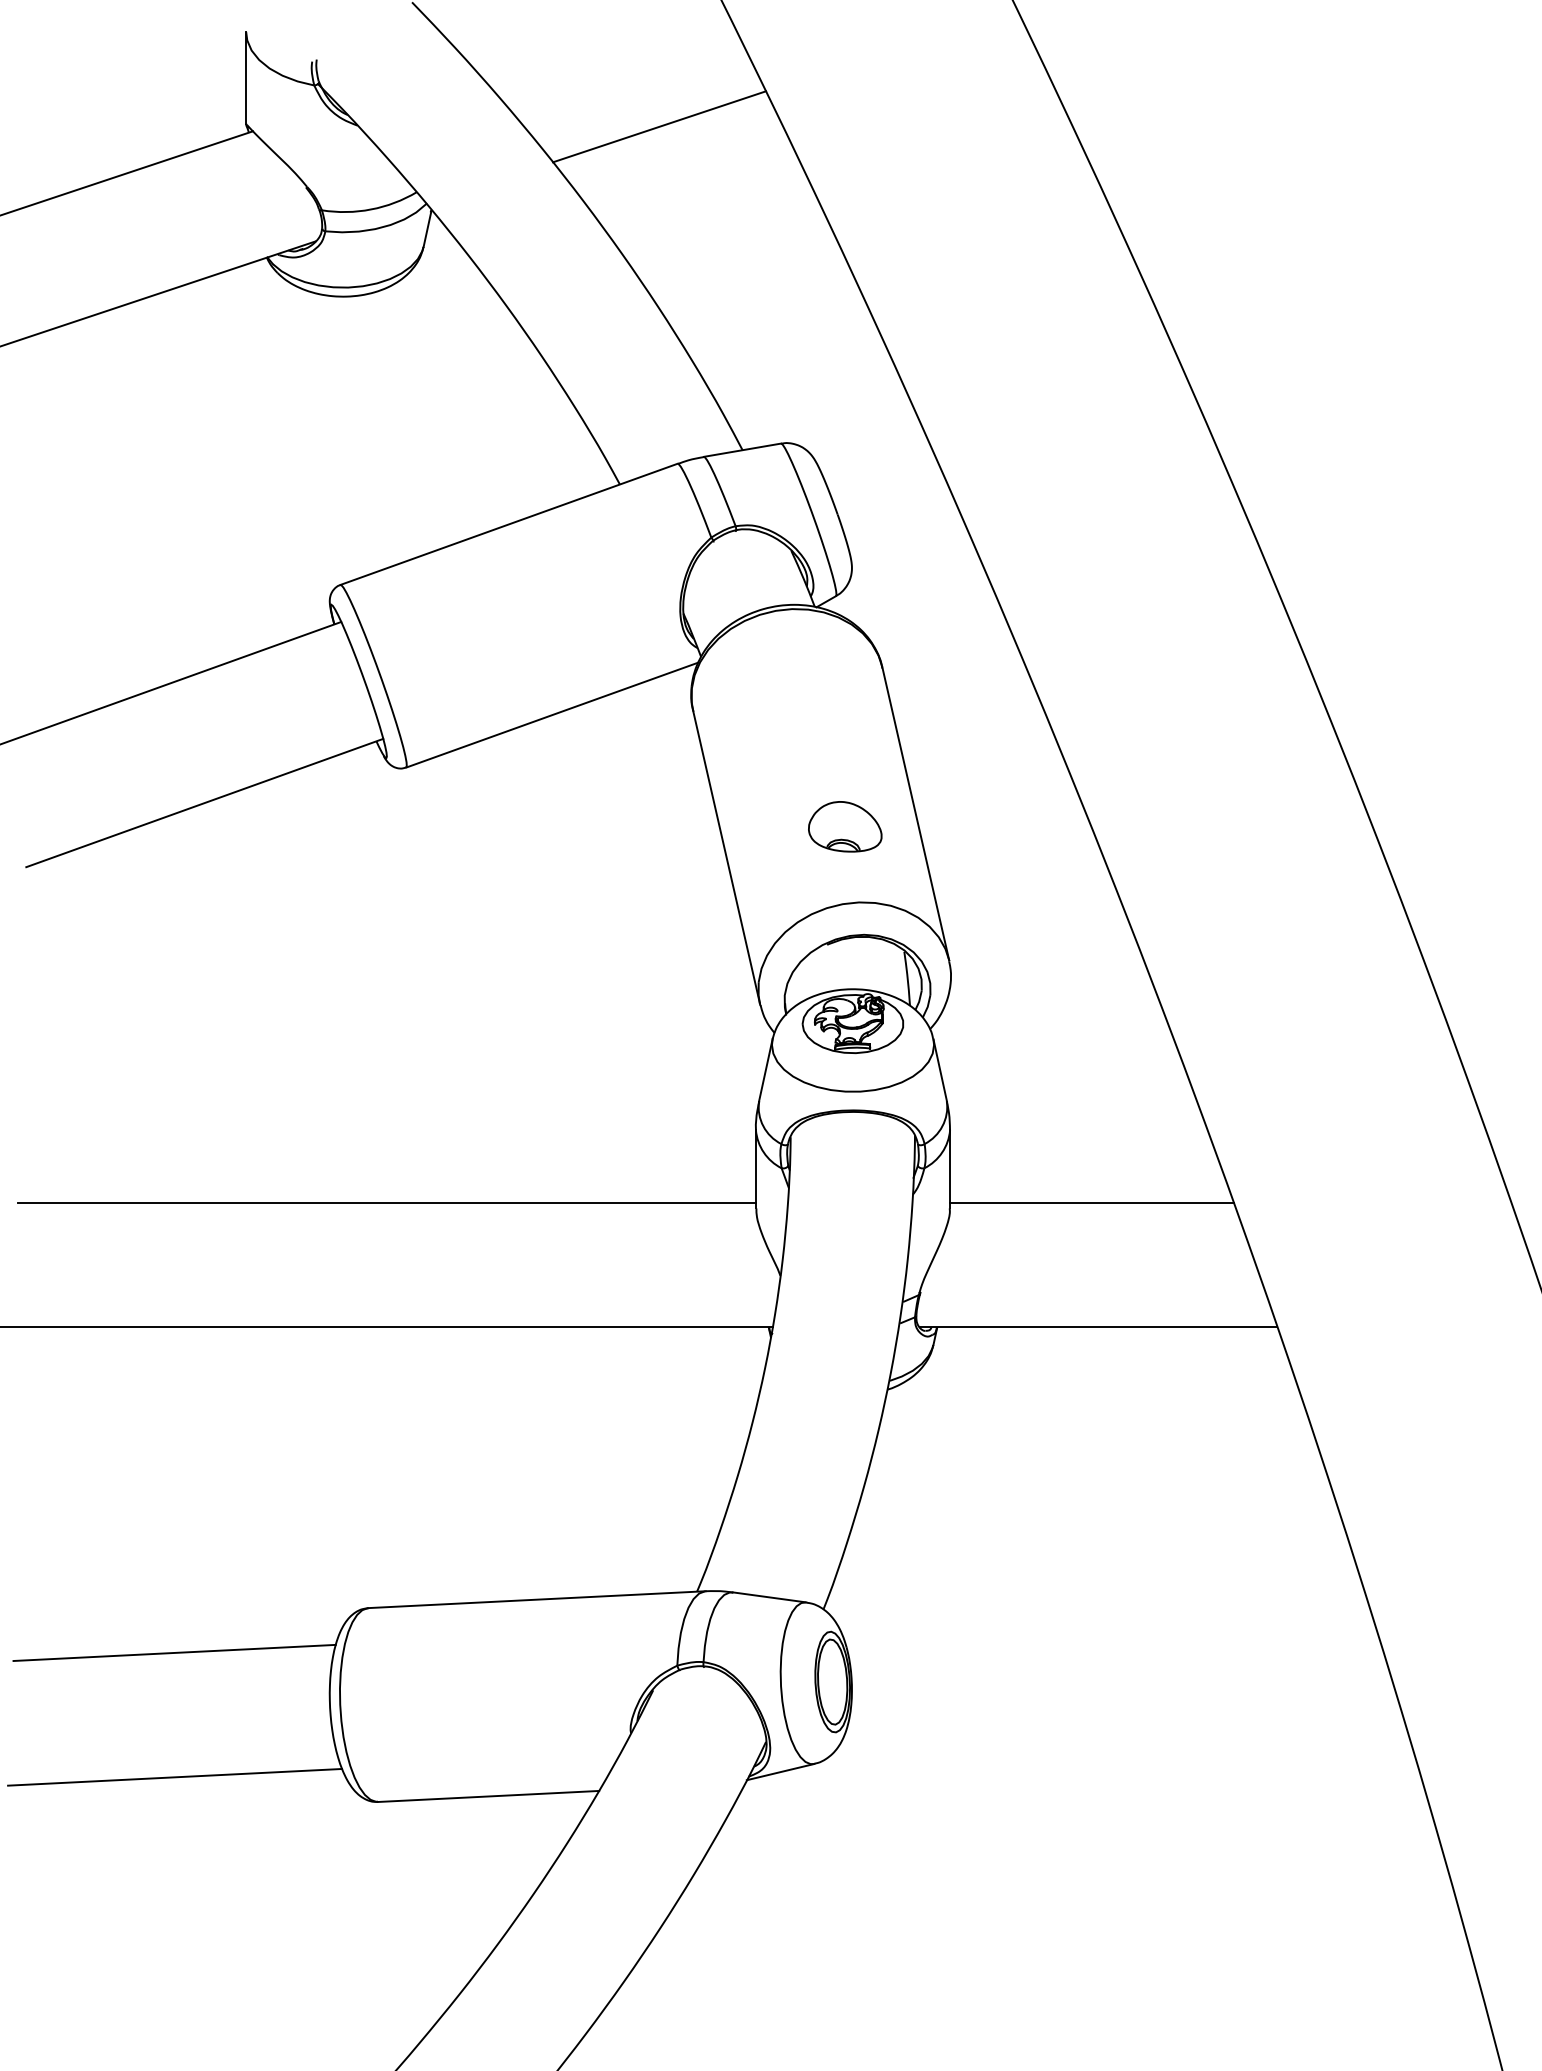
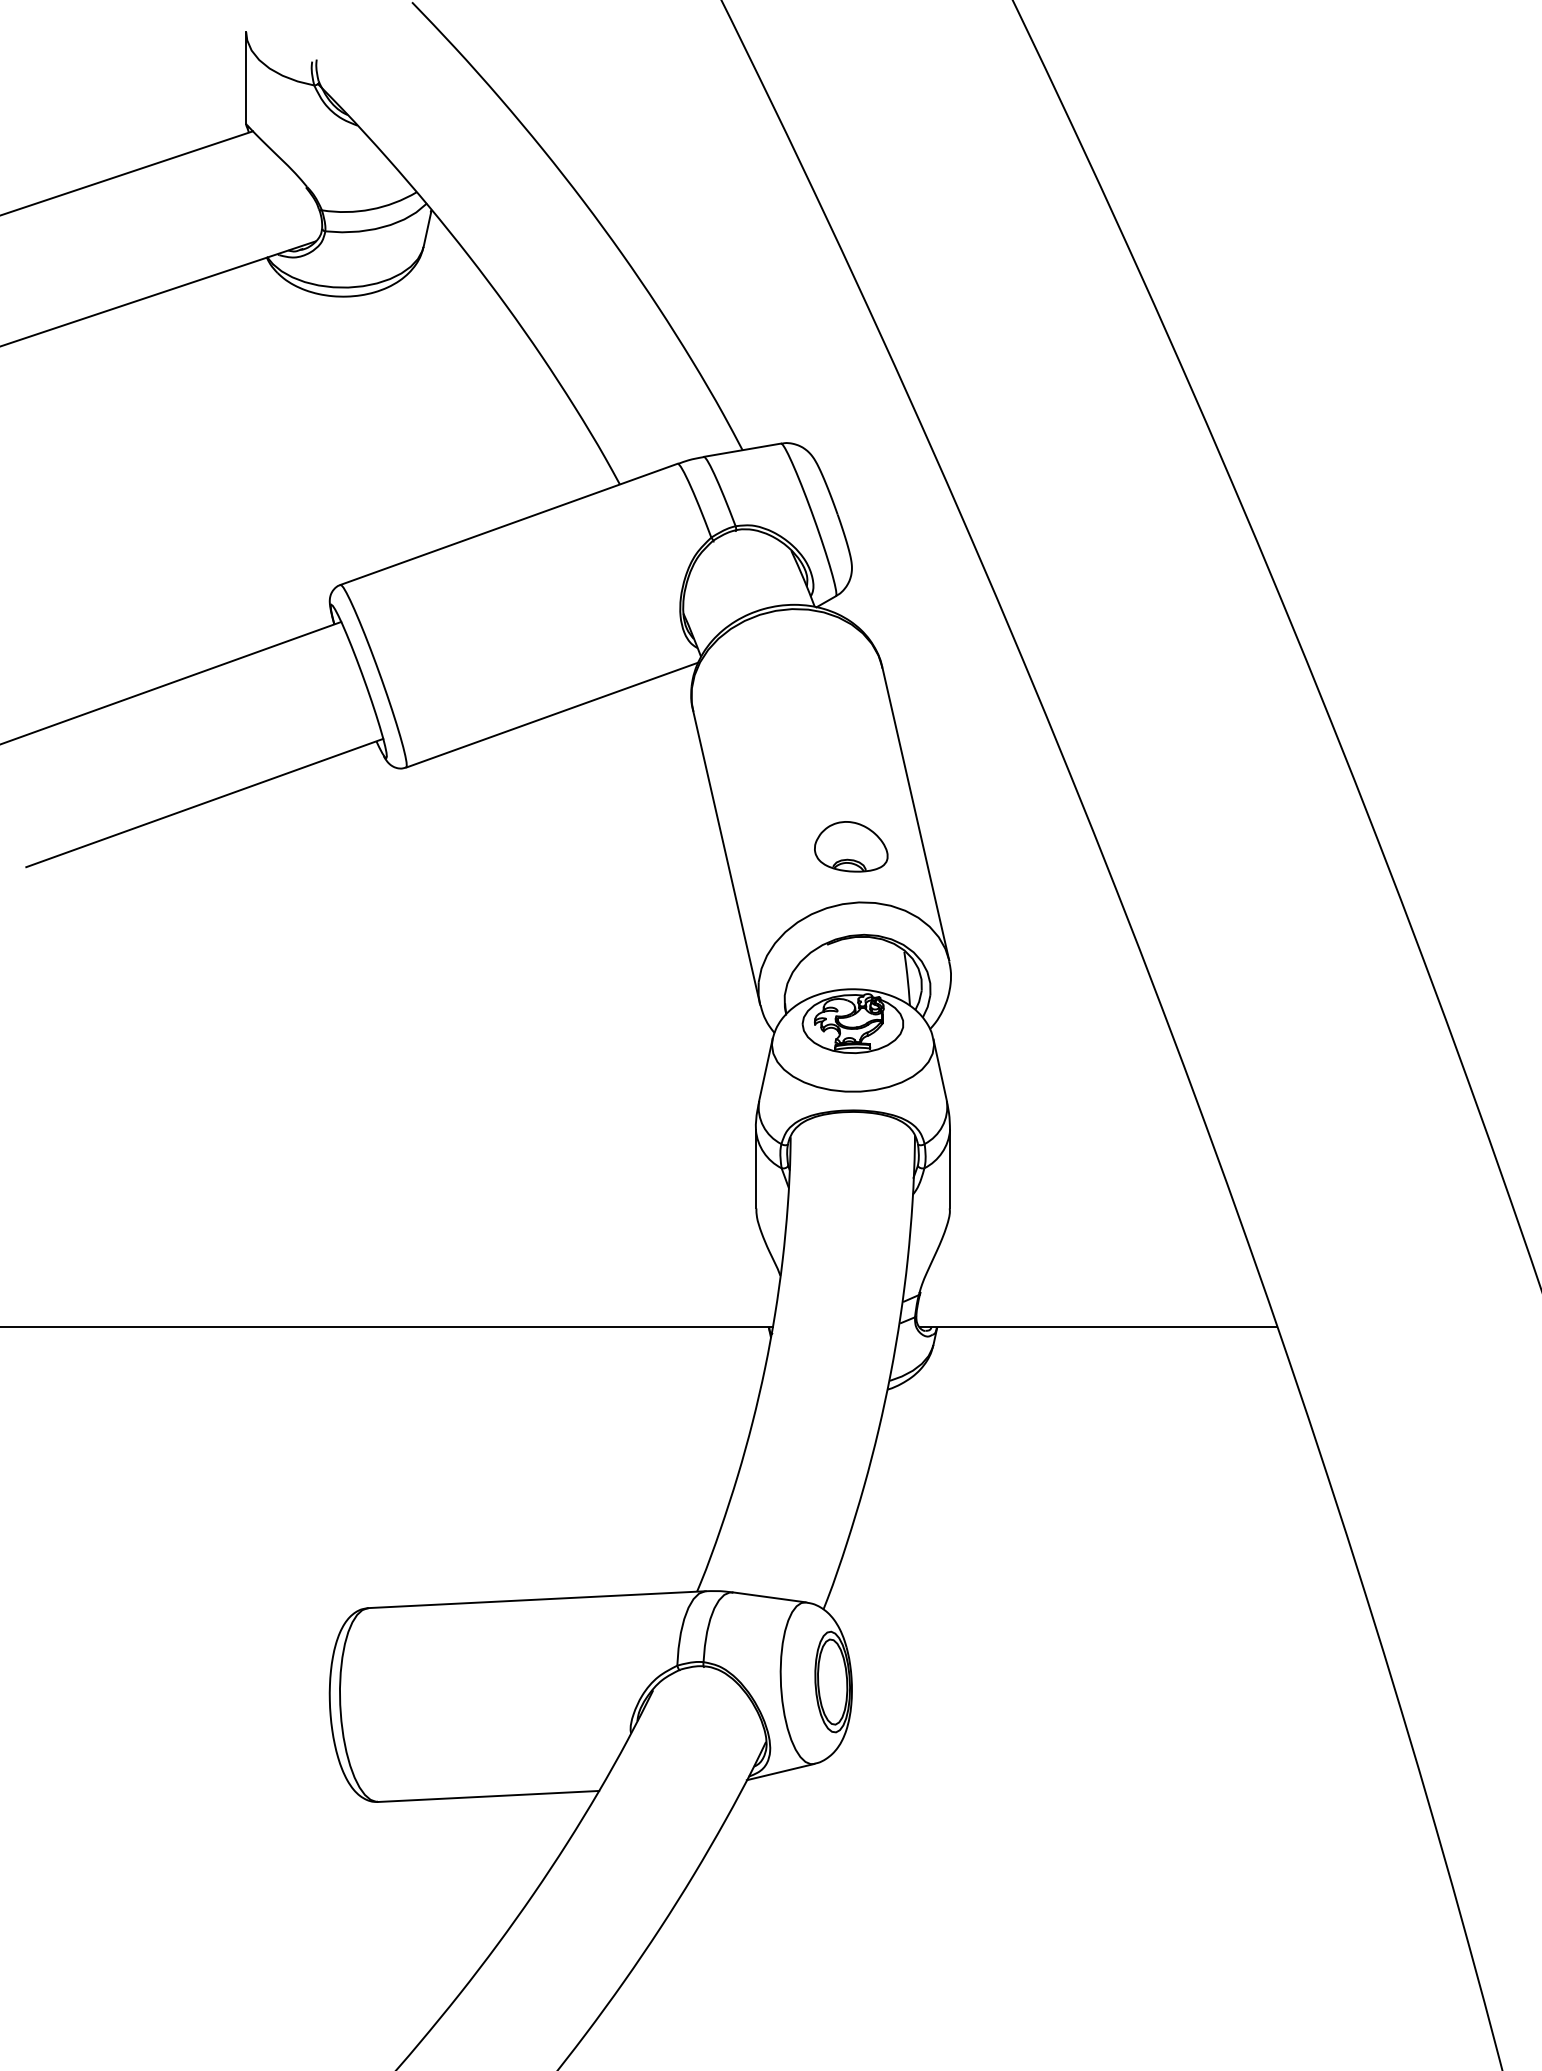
line at (659, 126): present -> none
part at (845, 826) position: (845, 826) -> (851, 846)
line at (386, 1202): present -> none
line at (1091, 1202): present -> none
line at (174, 1652): present -> none
line at (175, 1776): present -> none
